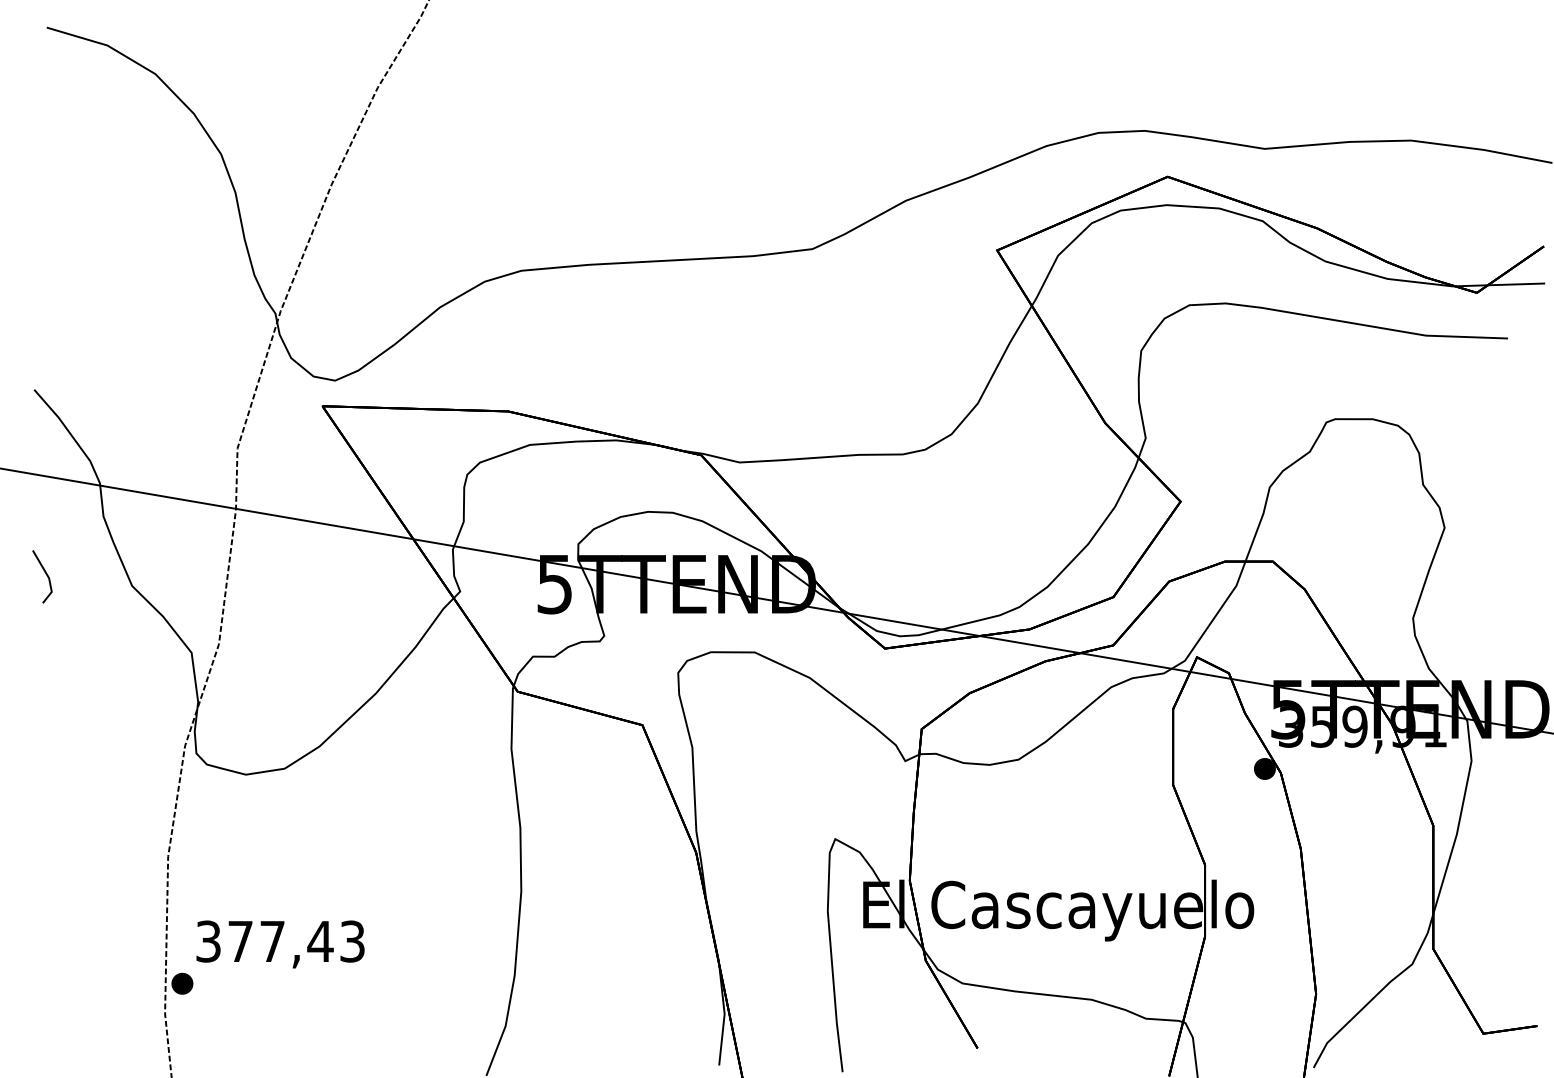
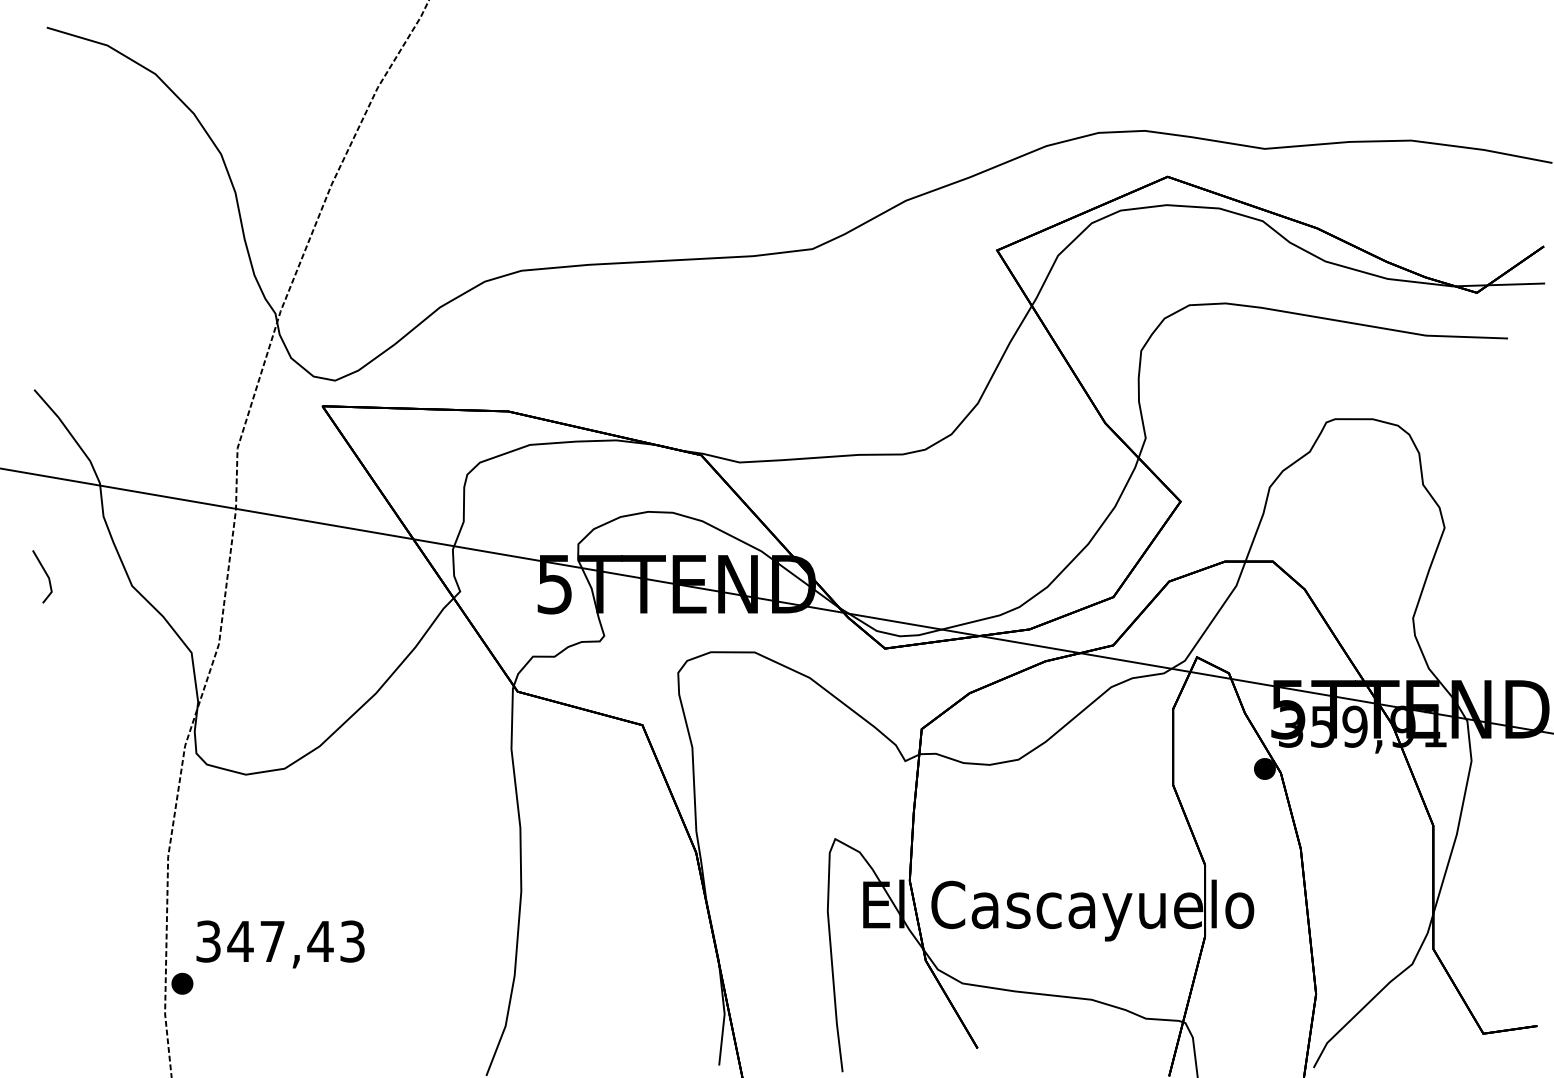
text at (240, 941): 377,43 -> 347,43
